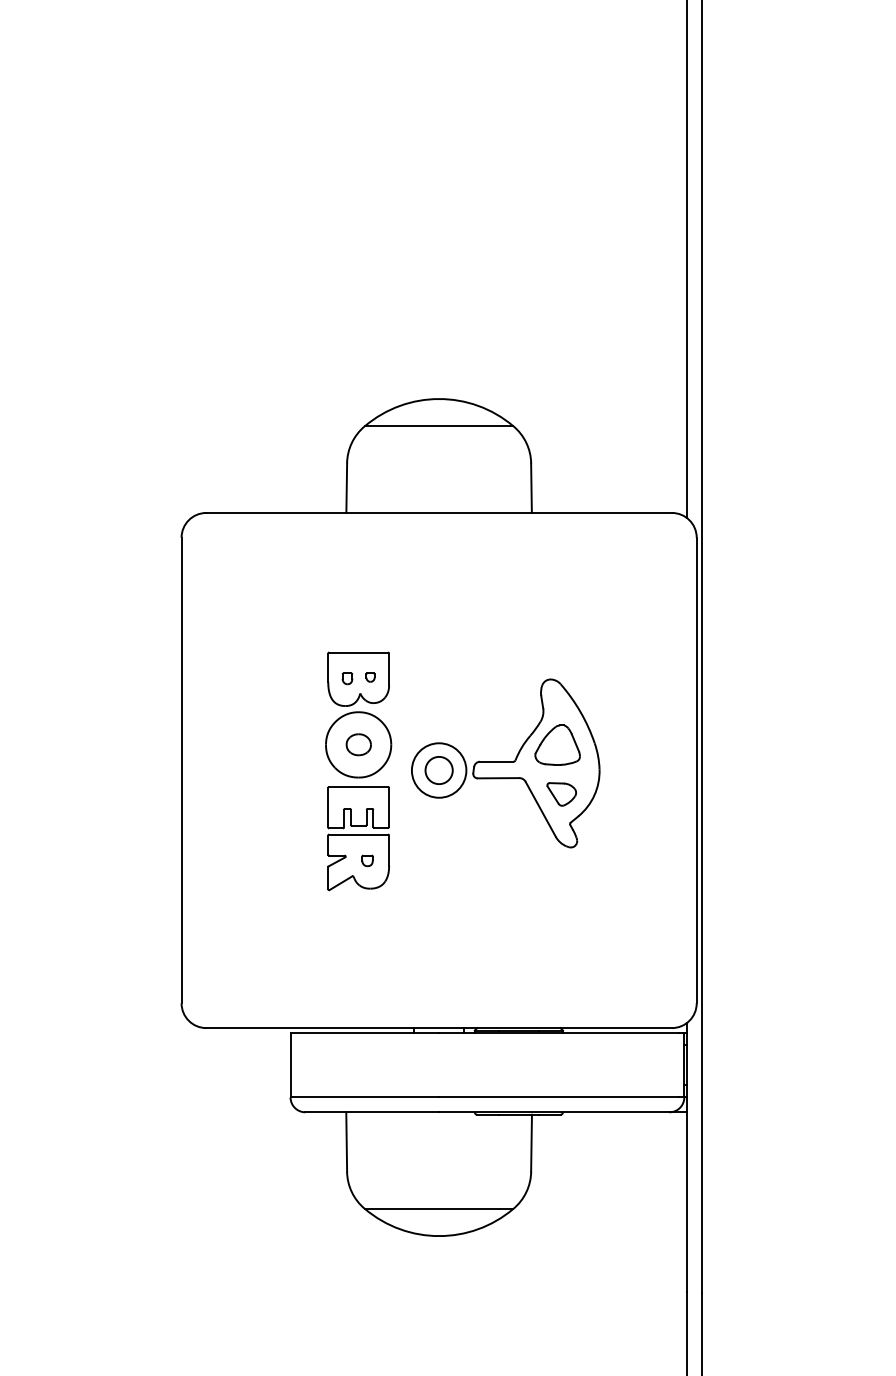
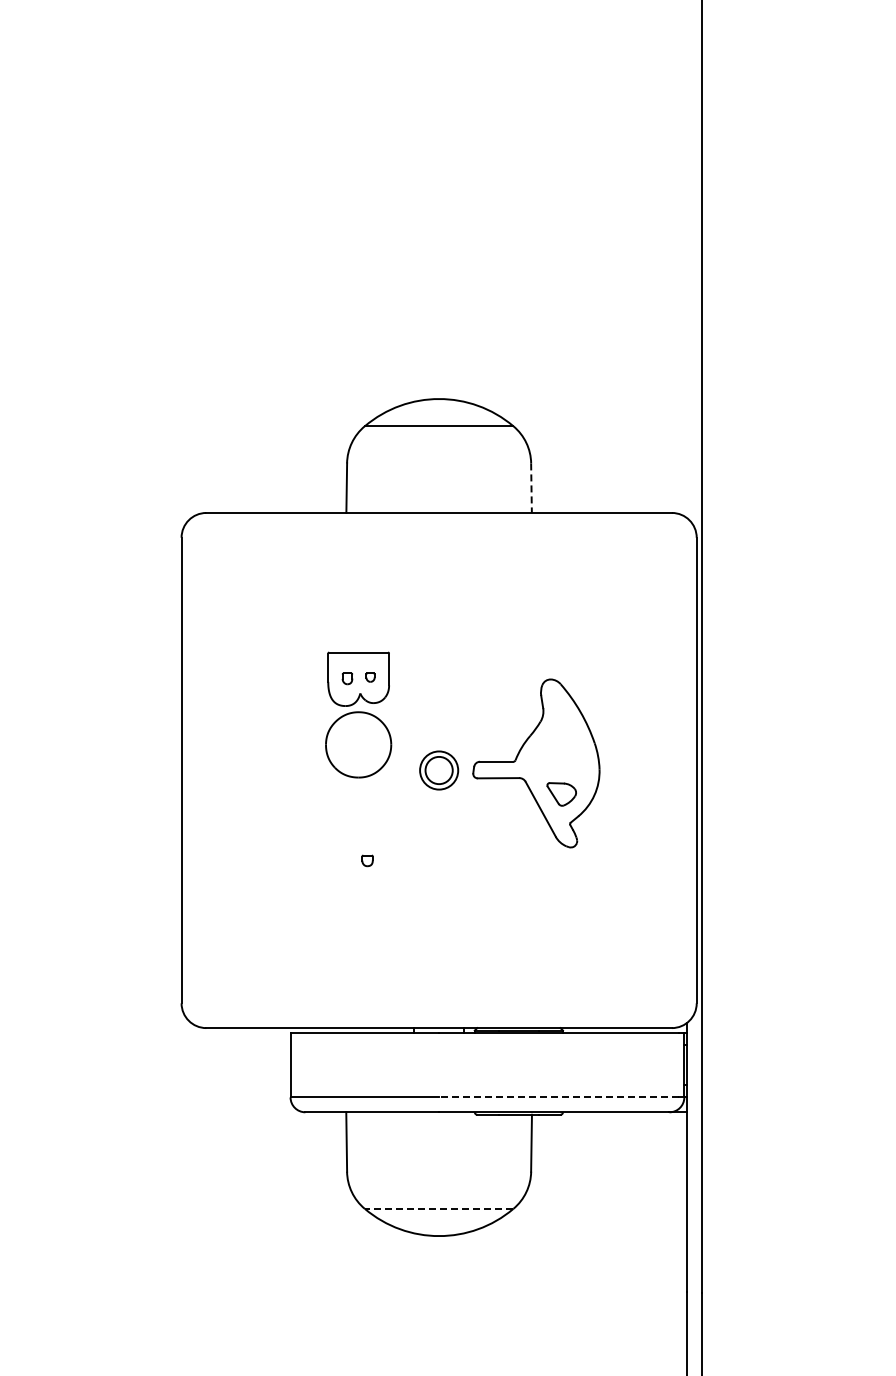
line at (686, 259): present -> none
line at (531, 488): solid -> dashed
part at (358, 744): present -> none
part at (557, 744): present -> none
circle at (438, 770) diameter: 54 px -> 38 px
part at (358, 838): present -> none
line at (558, 1097): solid -> dashed
line at (438, 1208): solid -> dashed
